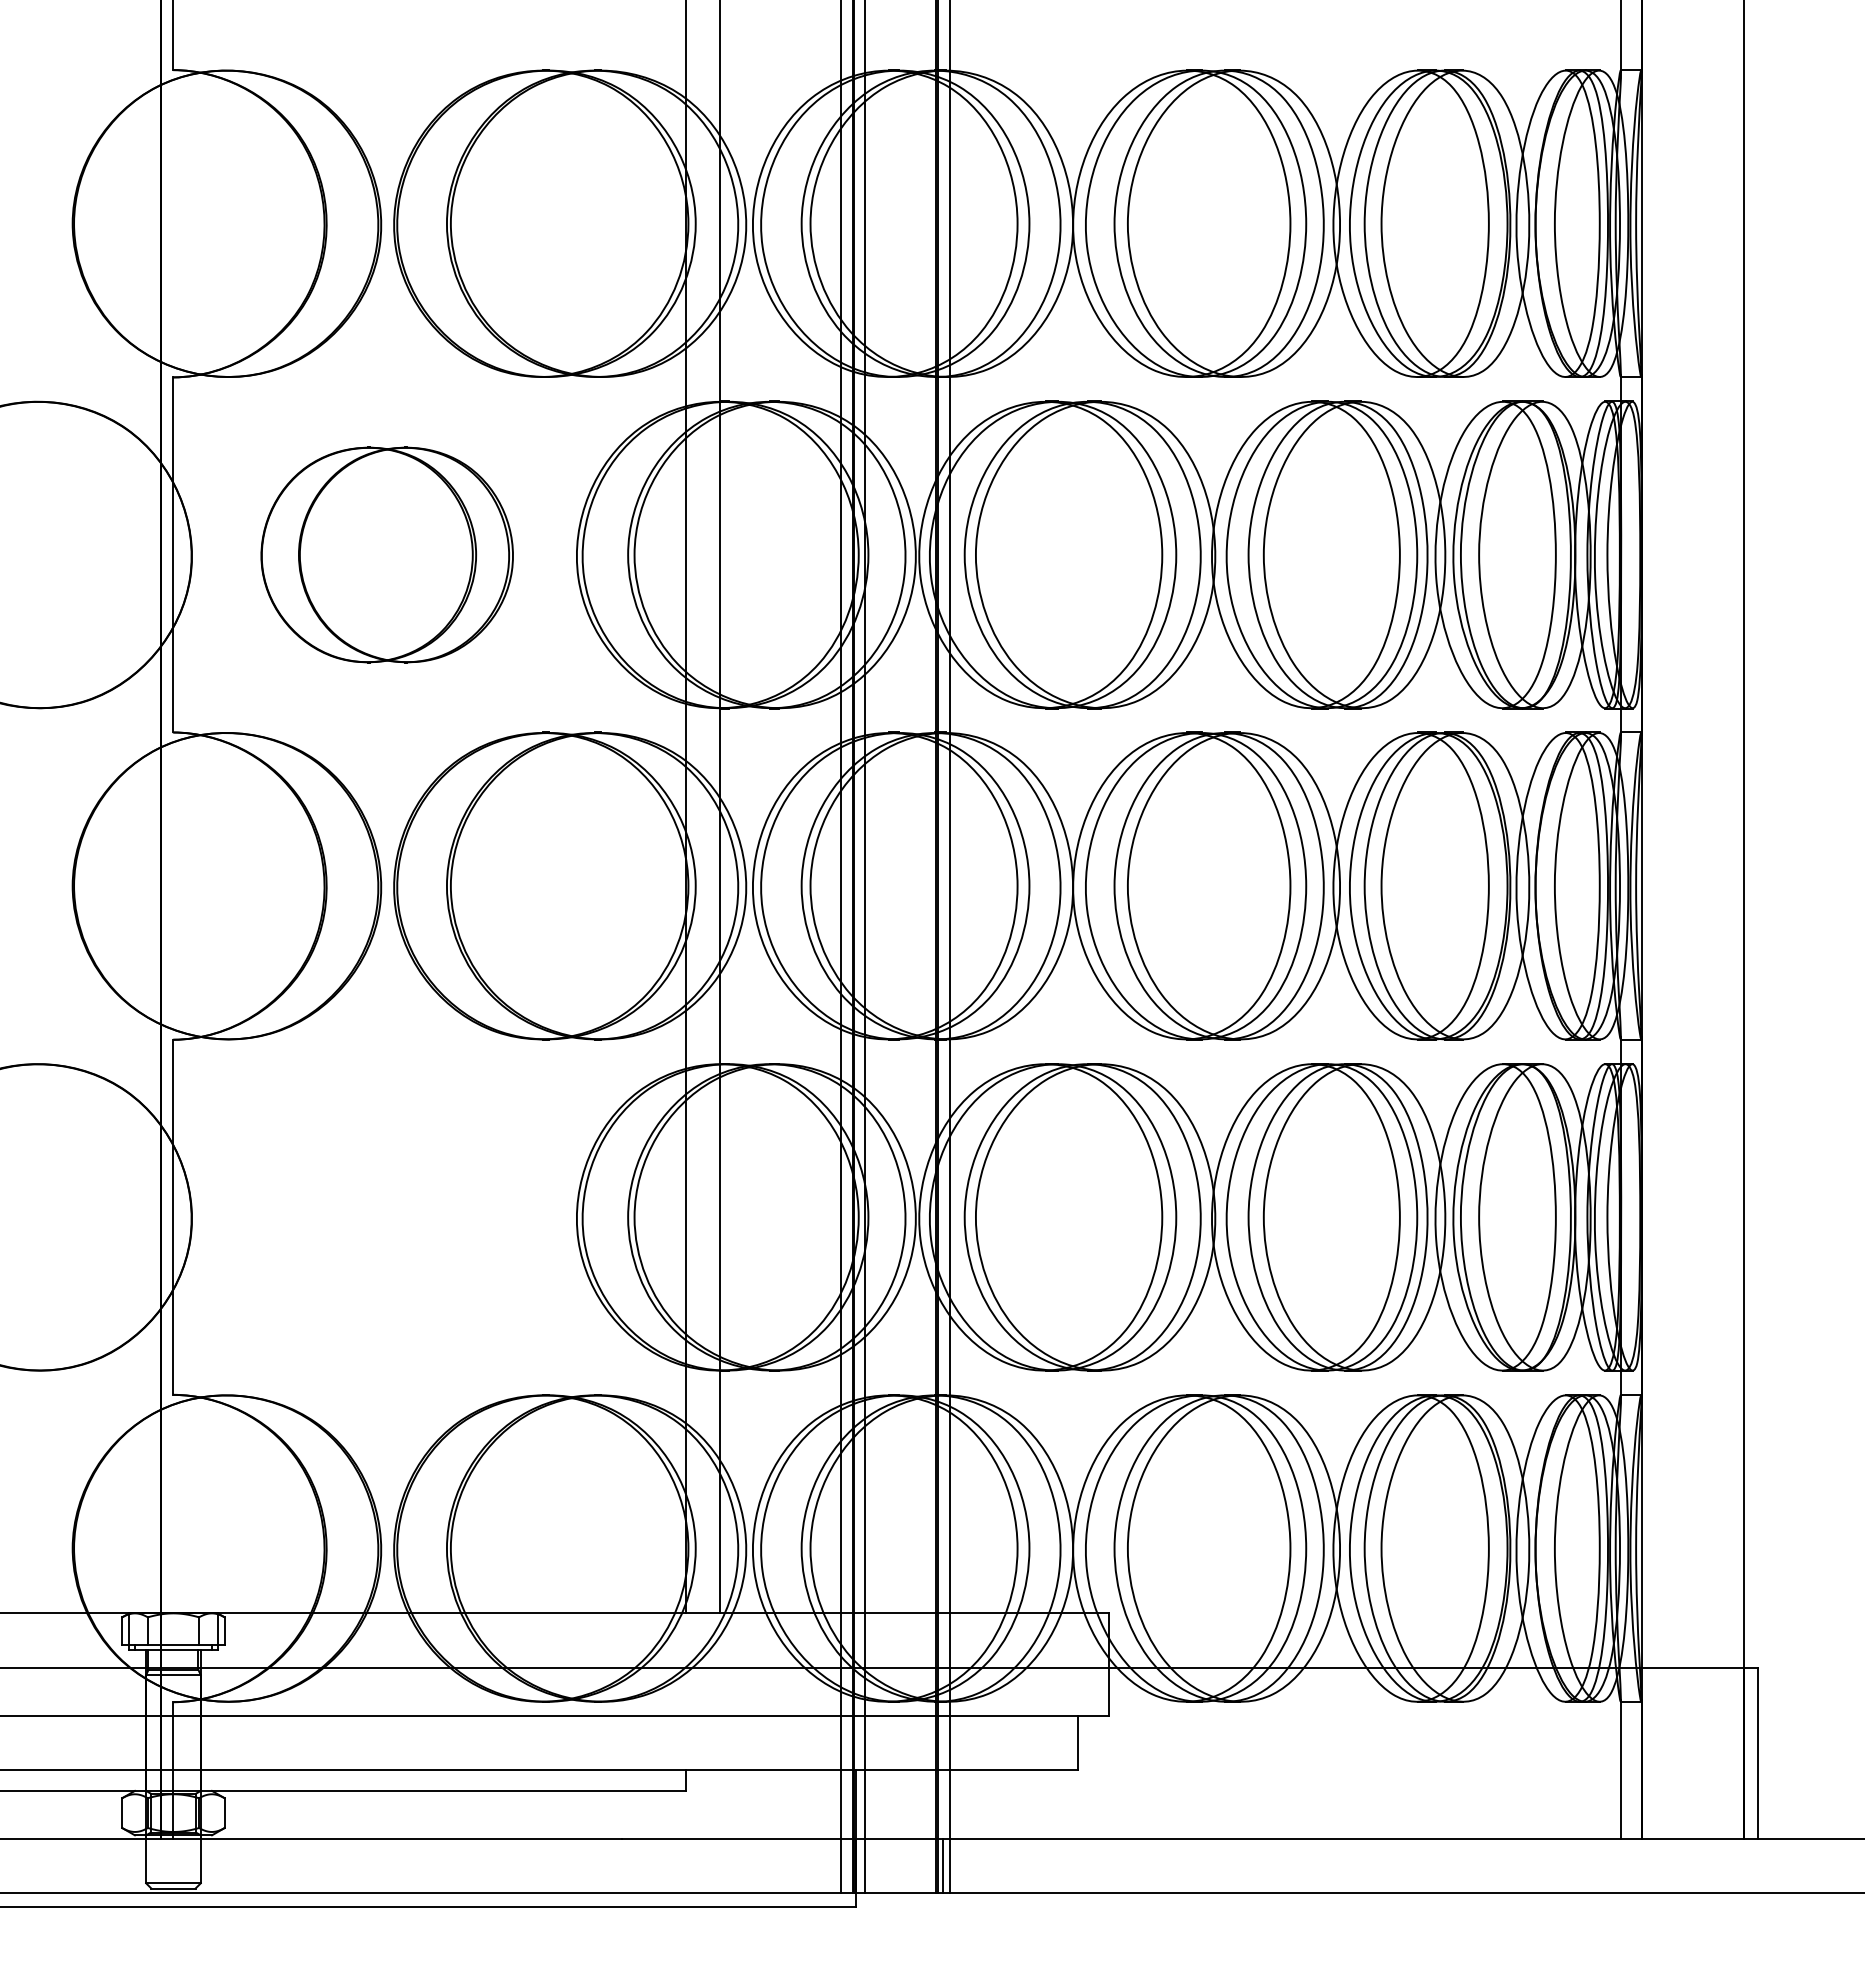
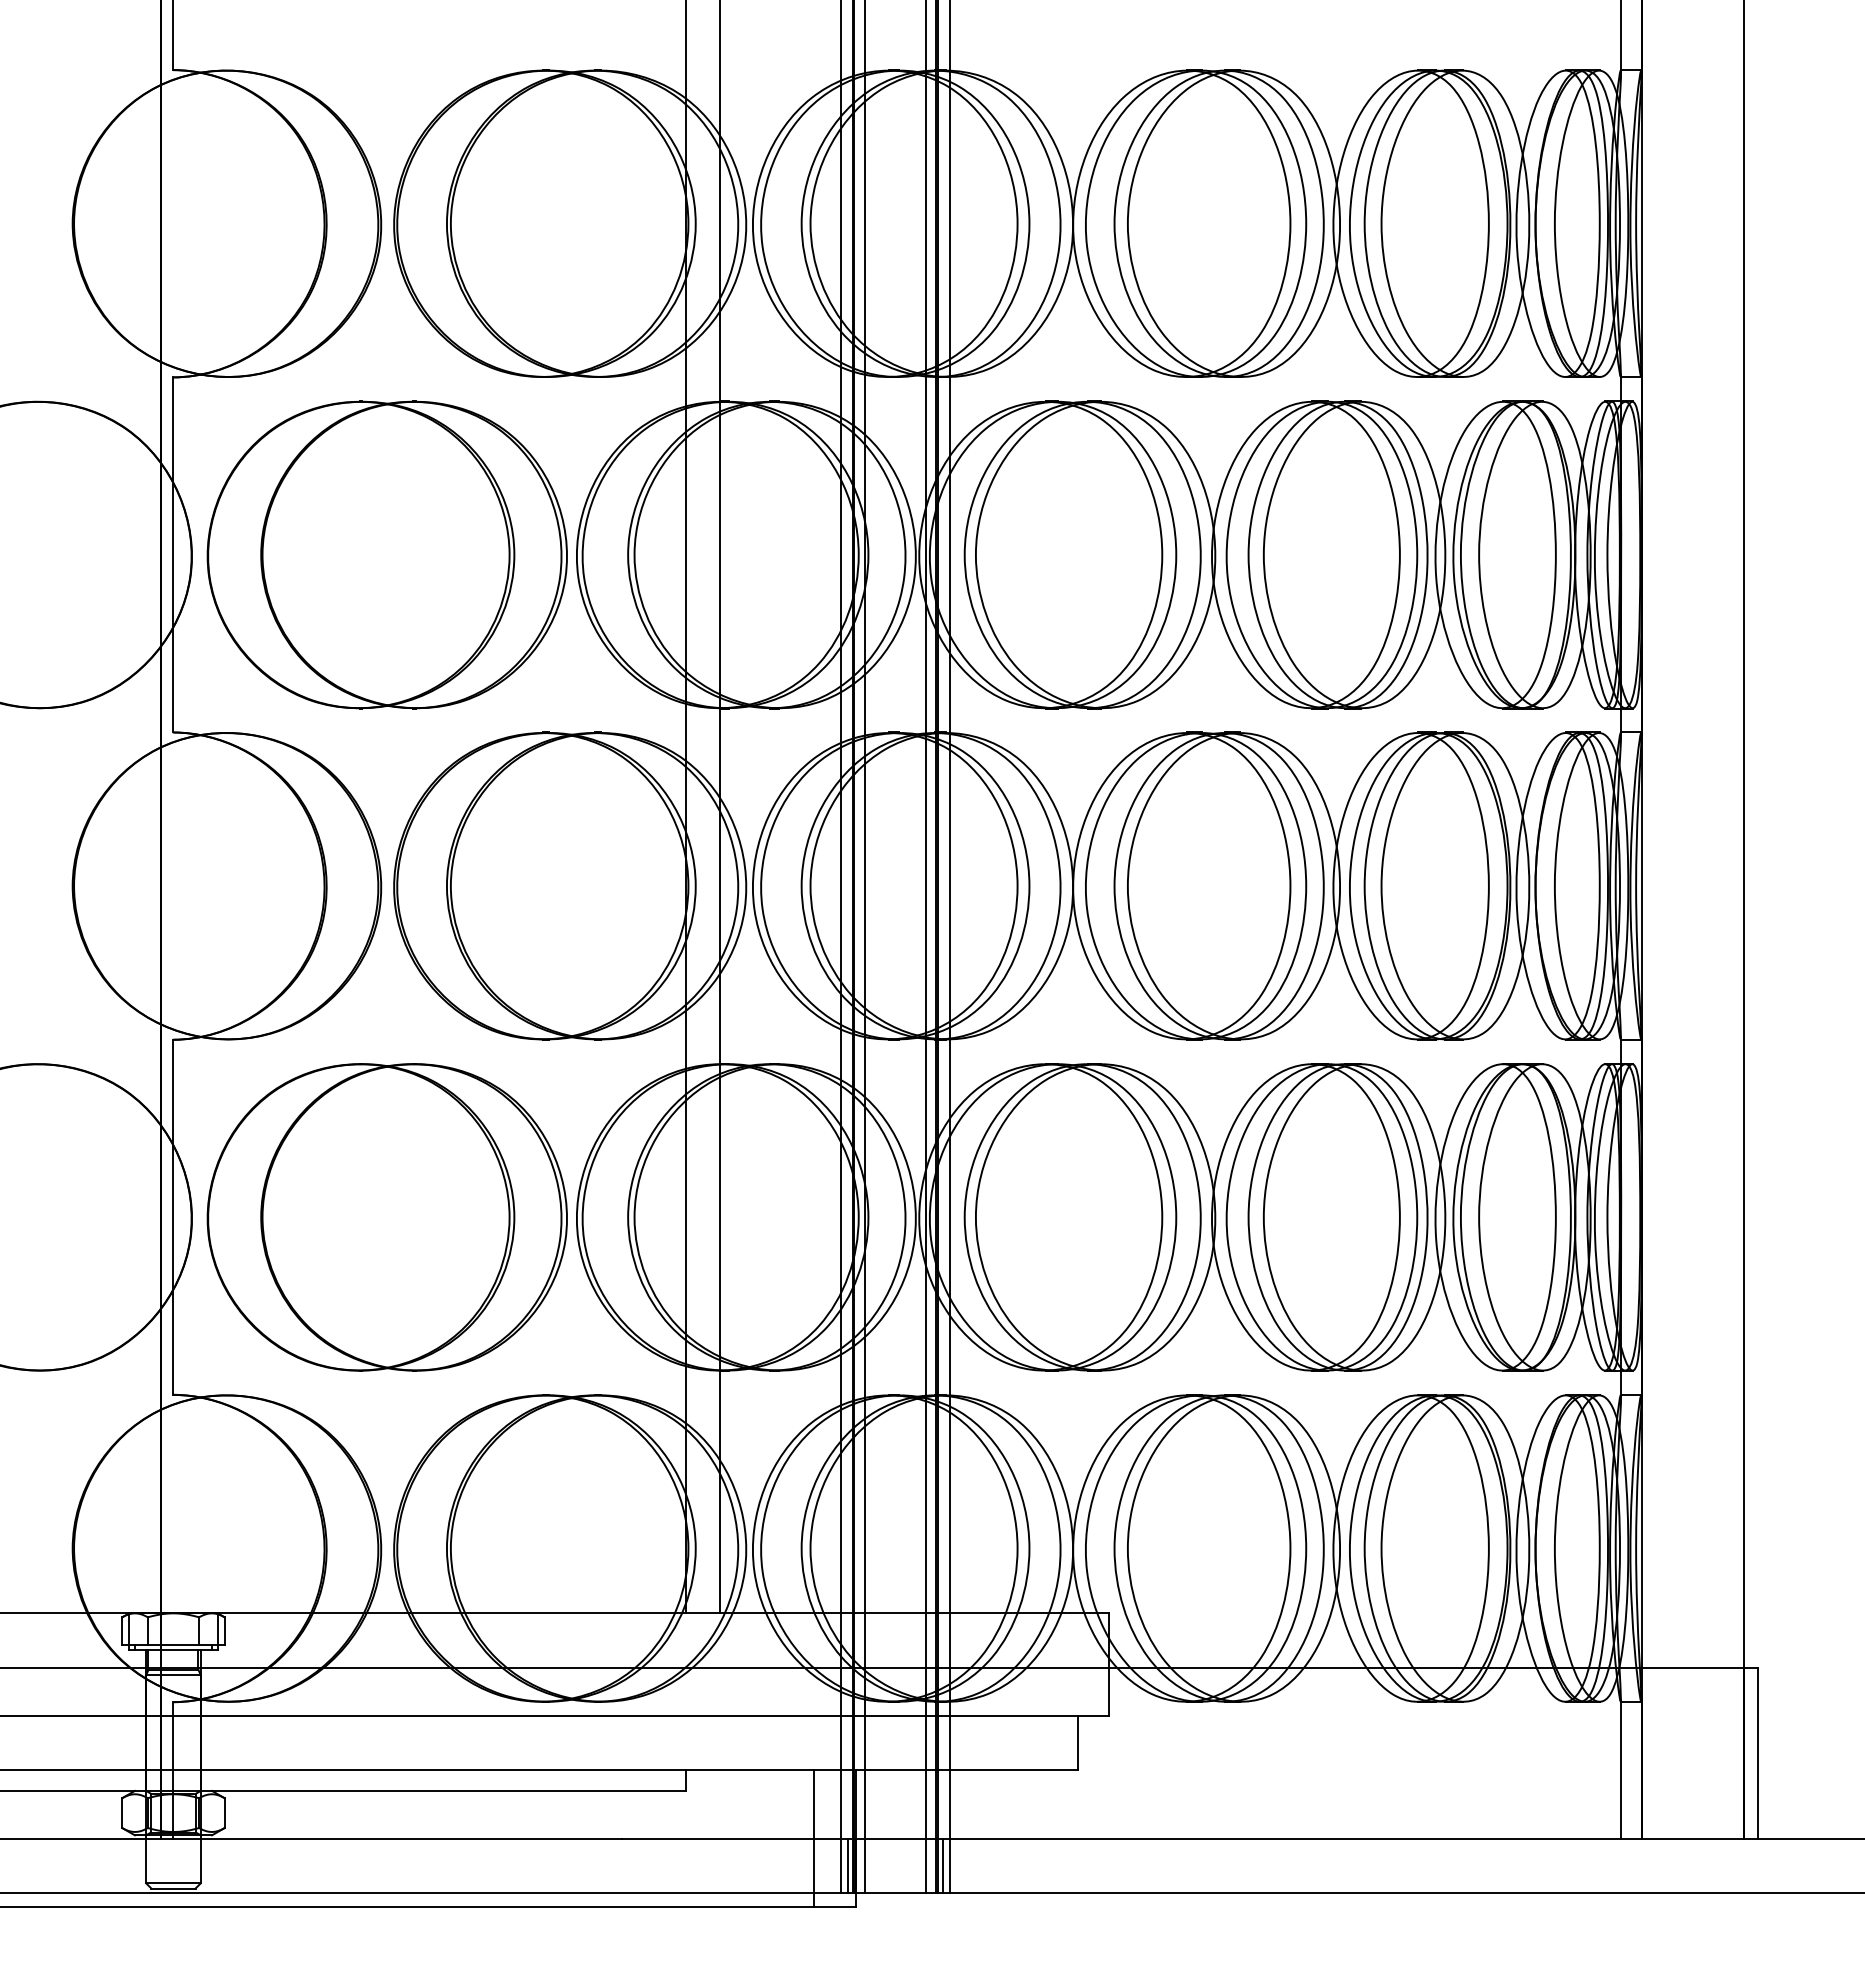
part at (386, 554) size: 254x218 px -> 362x310 px
line at (926, 947): none -> present
part at (386, 1217): none -> present
line at (814, 1838): none -> present
line at (847, 1865): none -> present
